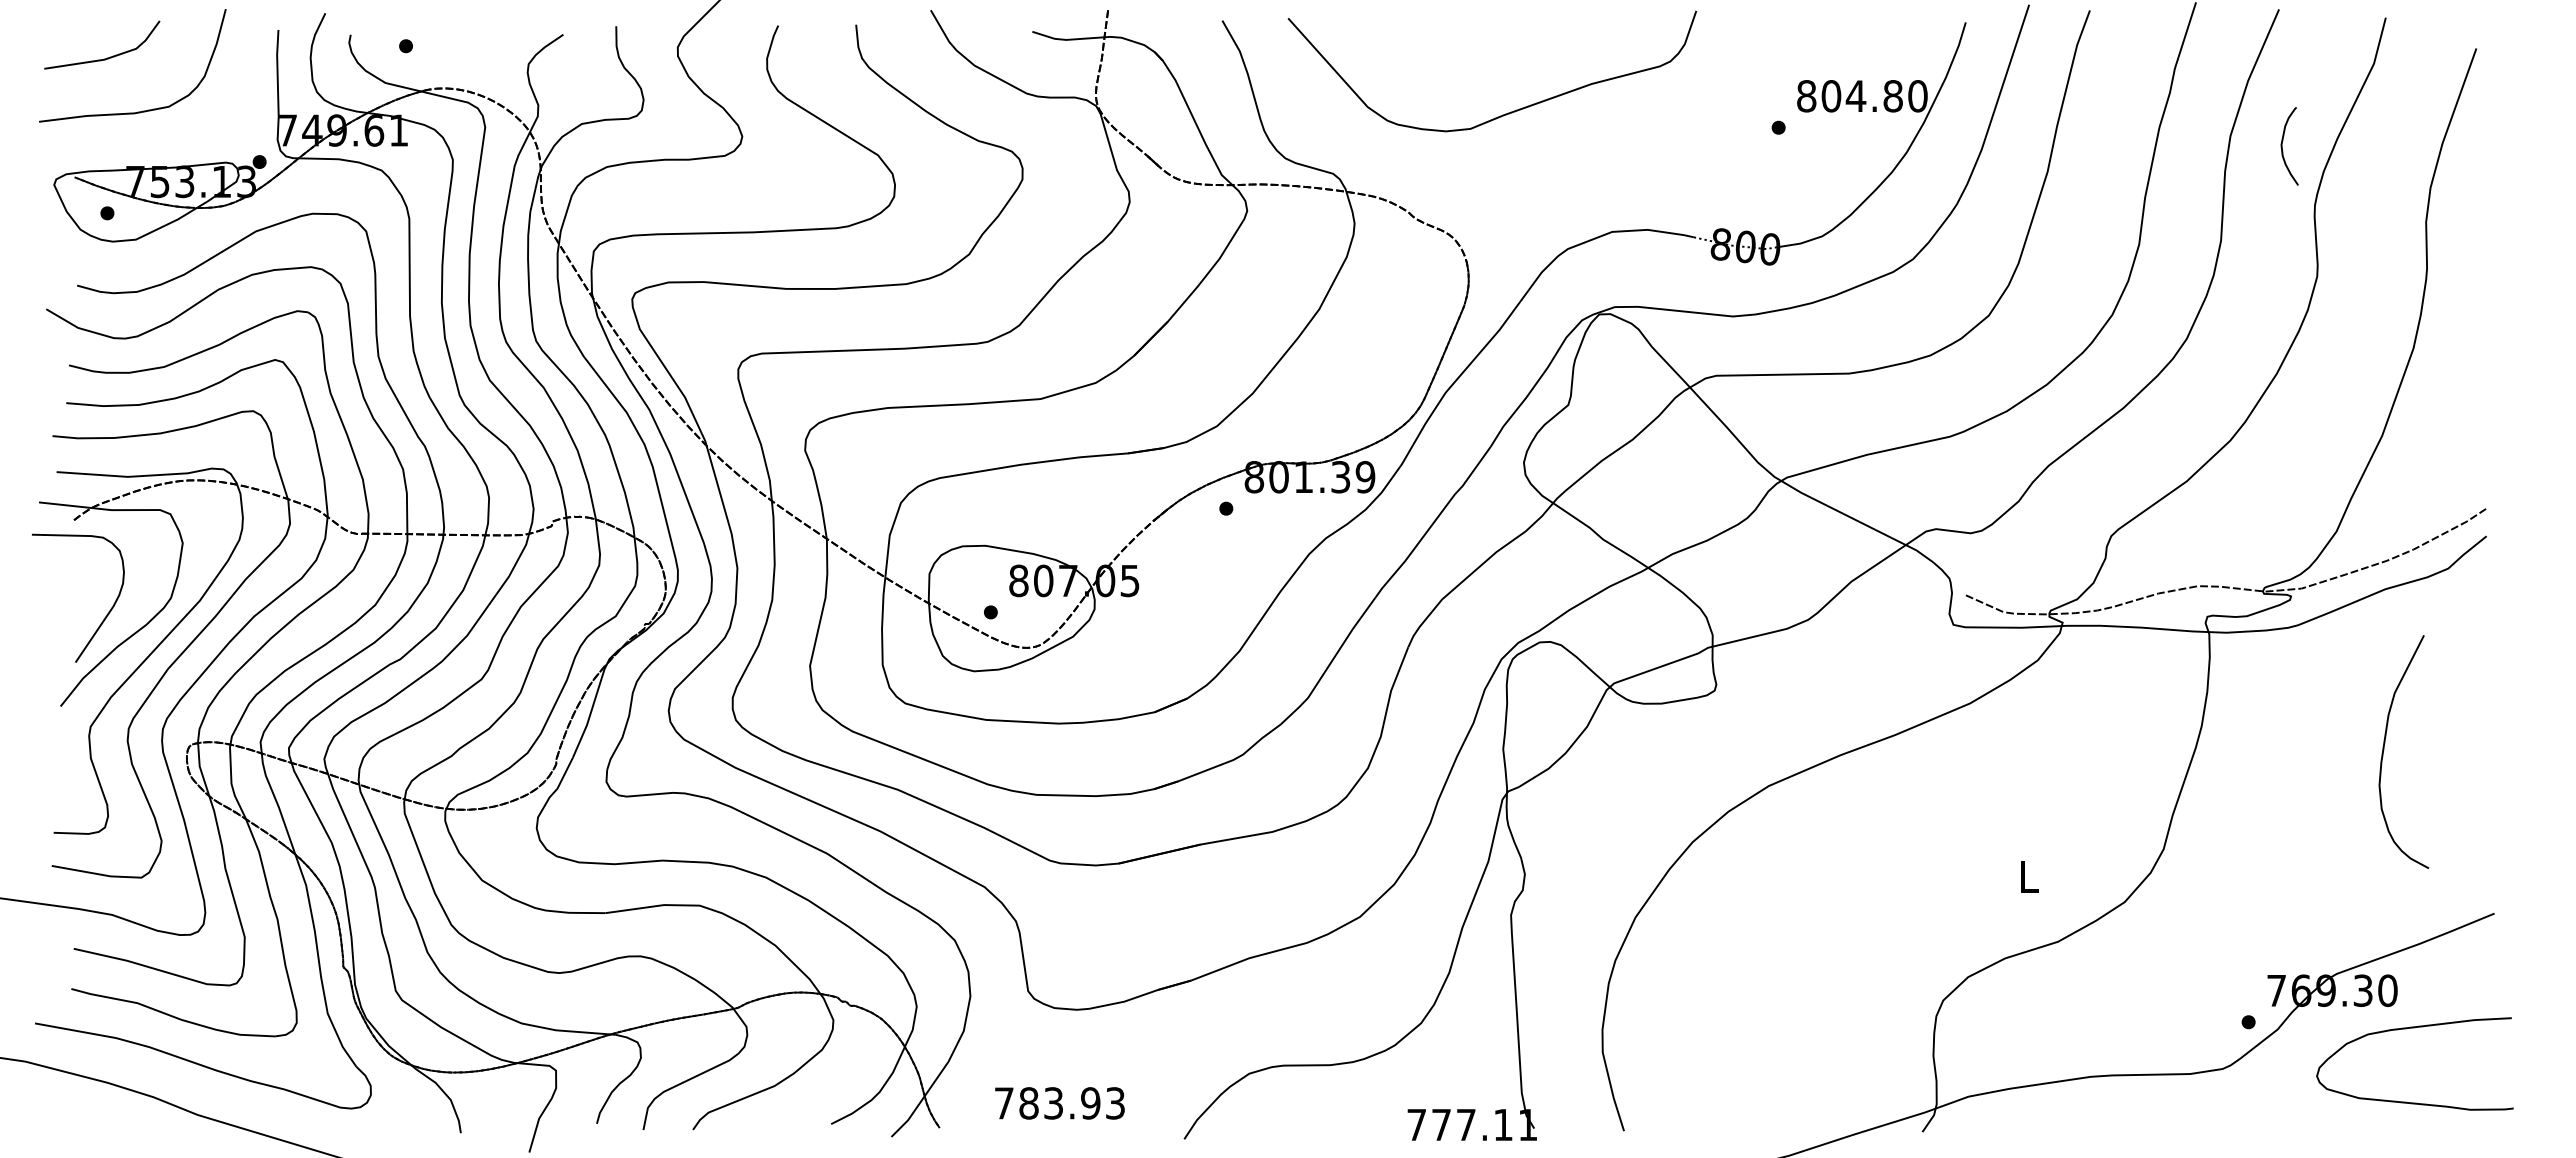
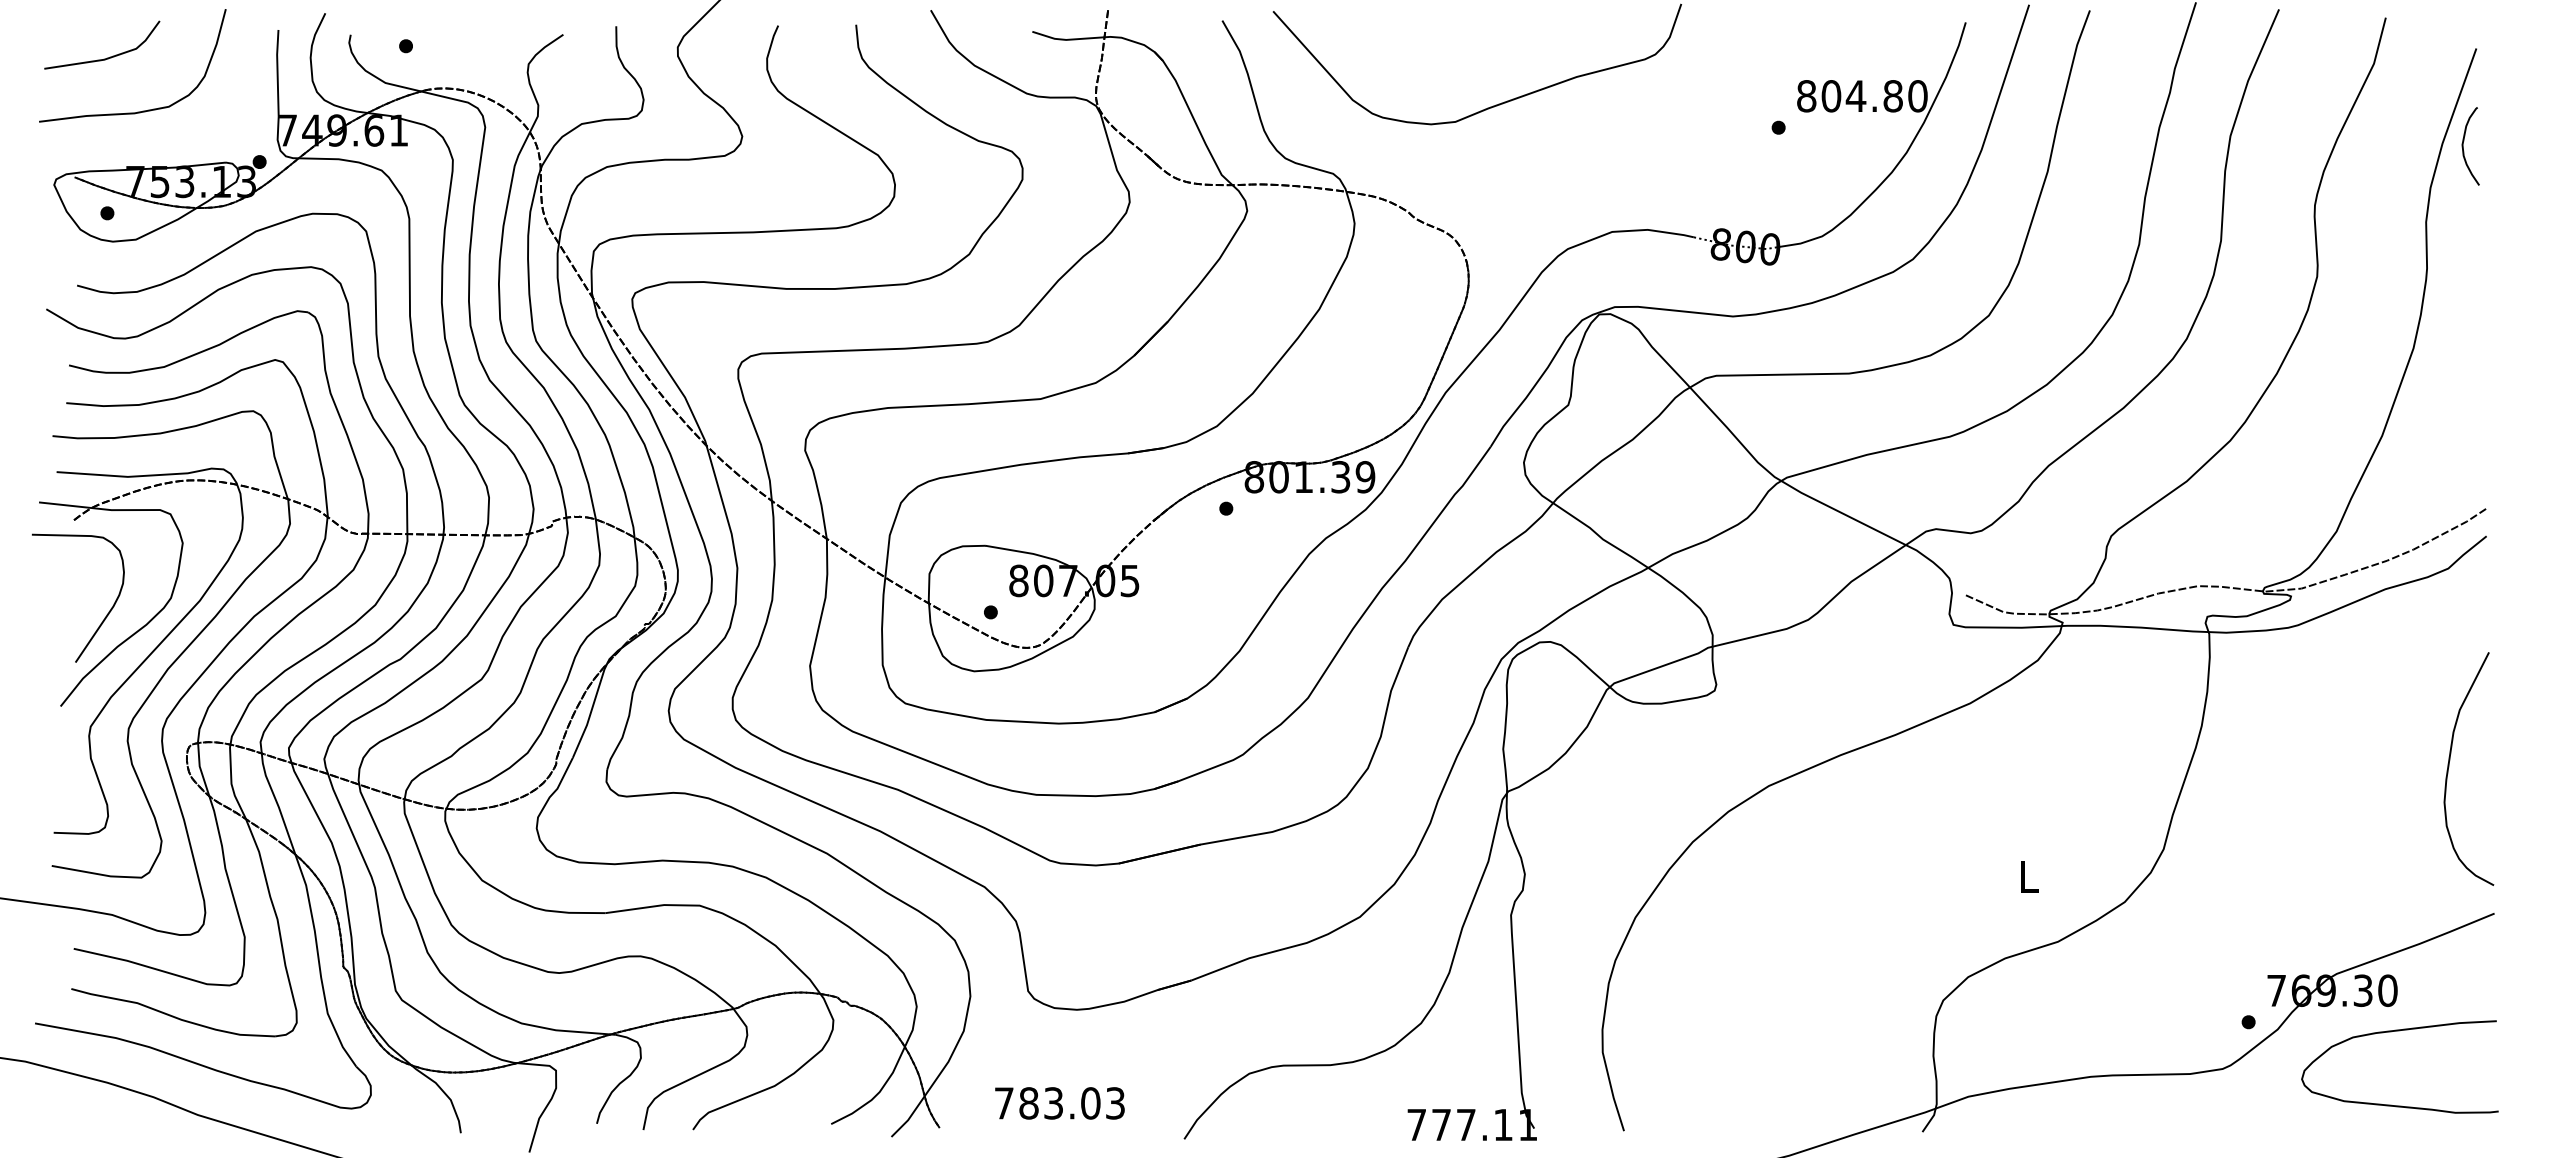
curve at (1510, 111) position: (1510, 111) -> (1495, 104)
curve at (2282, 146) position: (2282, 146) -> (2463, 146)
curve at (2384, 750) position: (2384, 750) -> (2449, 767)
curve at (2406, 1029) position: (2406, 1029) -> (2391, 1032)
text at (1090, 1103): 783.93 -> 783.03
